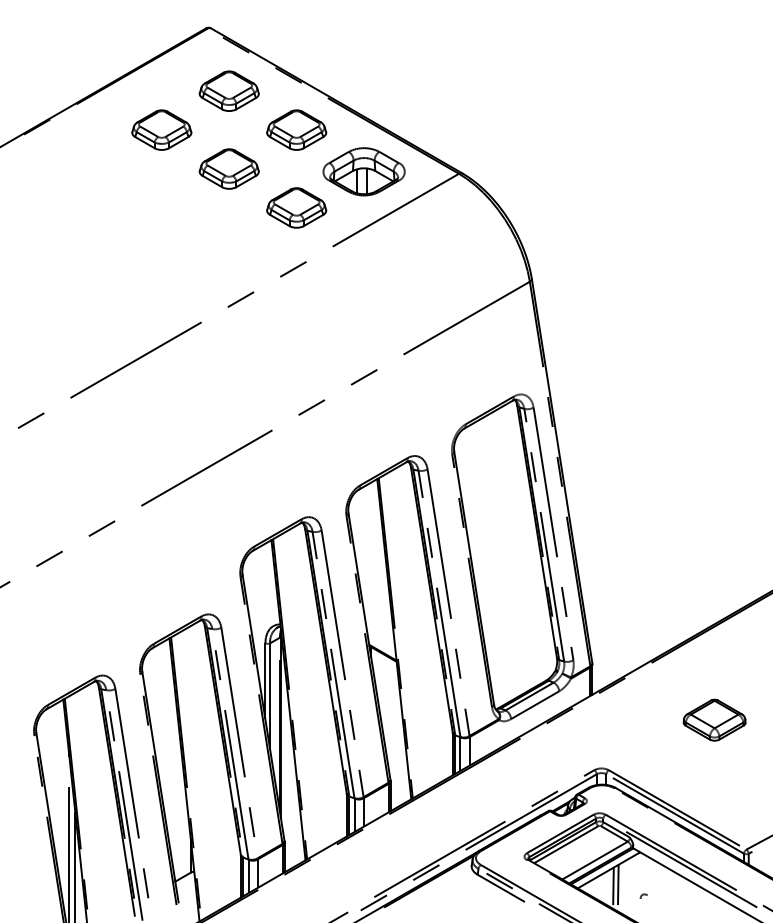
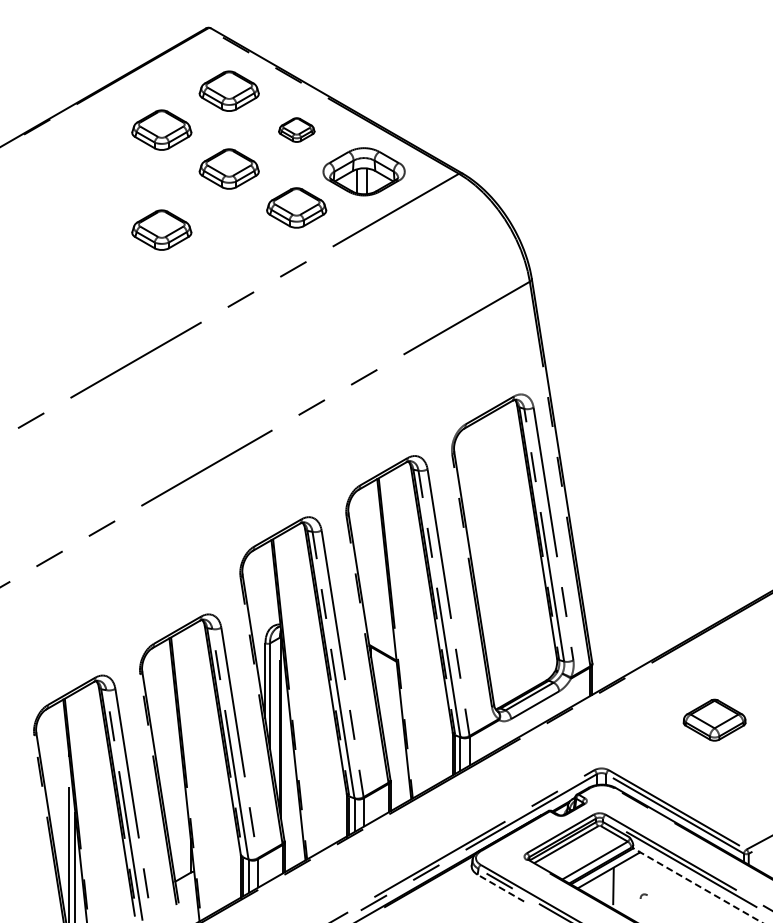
part at (296, 129) size: 62x42 px -> 38x26 px
part at (161, 229): none -> present
line at (618, 884): present -> none
line at (697, 885): solid -> dashed
line at (500, 888): solid -> dashed
